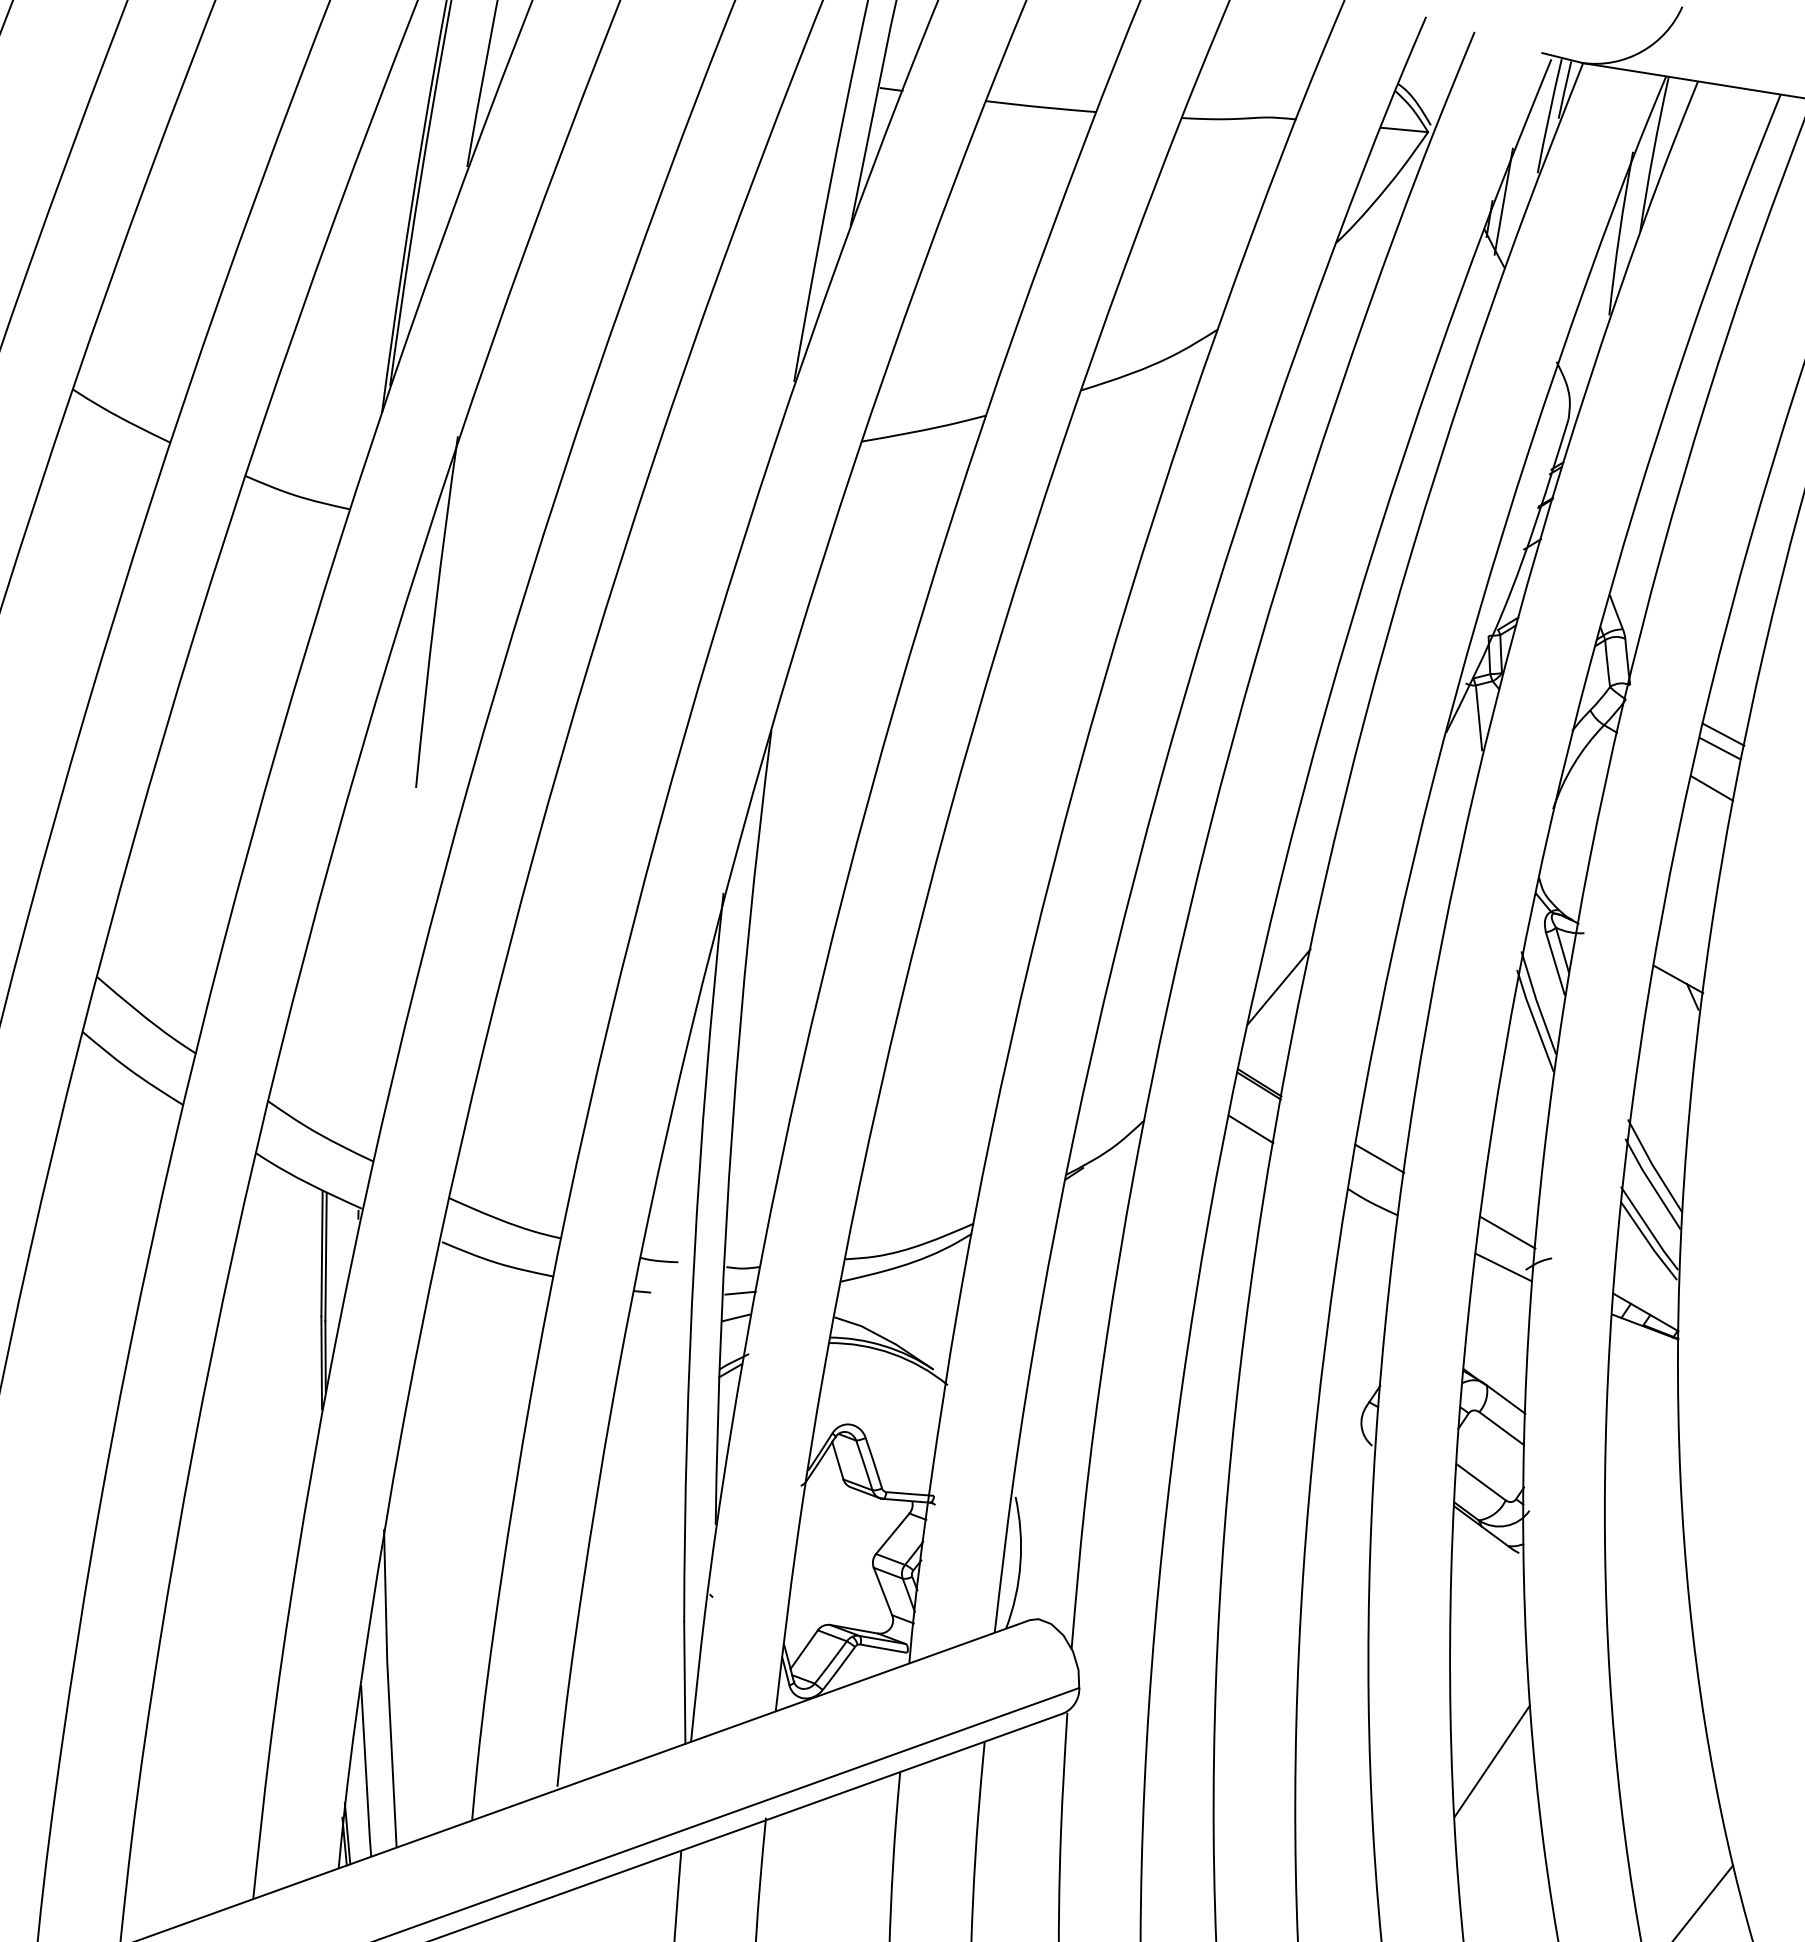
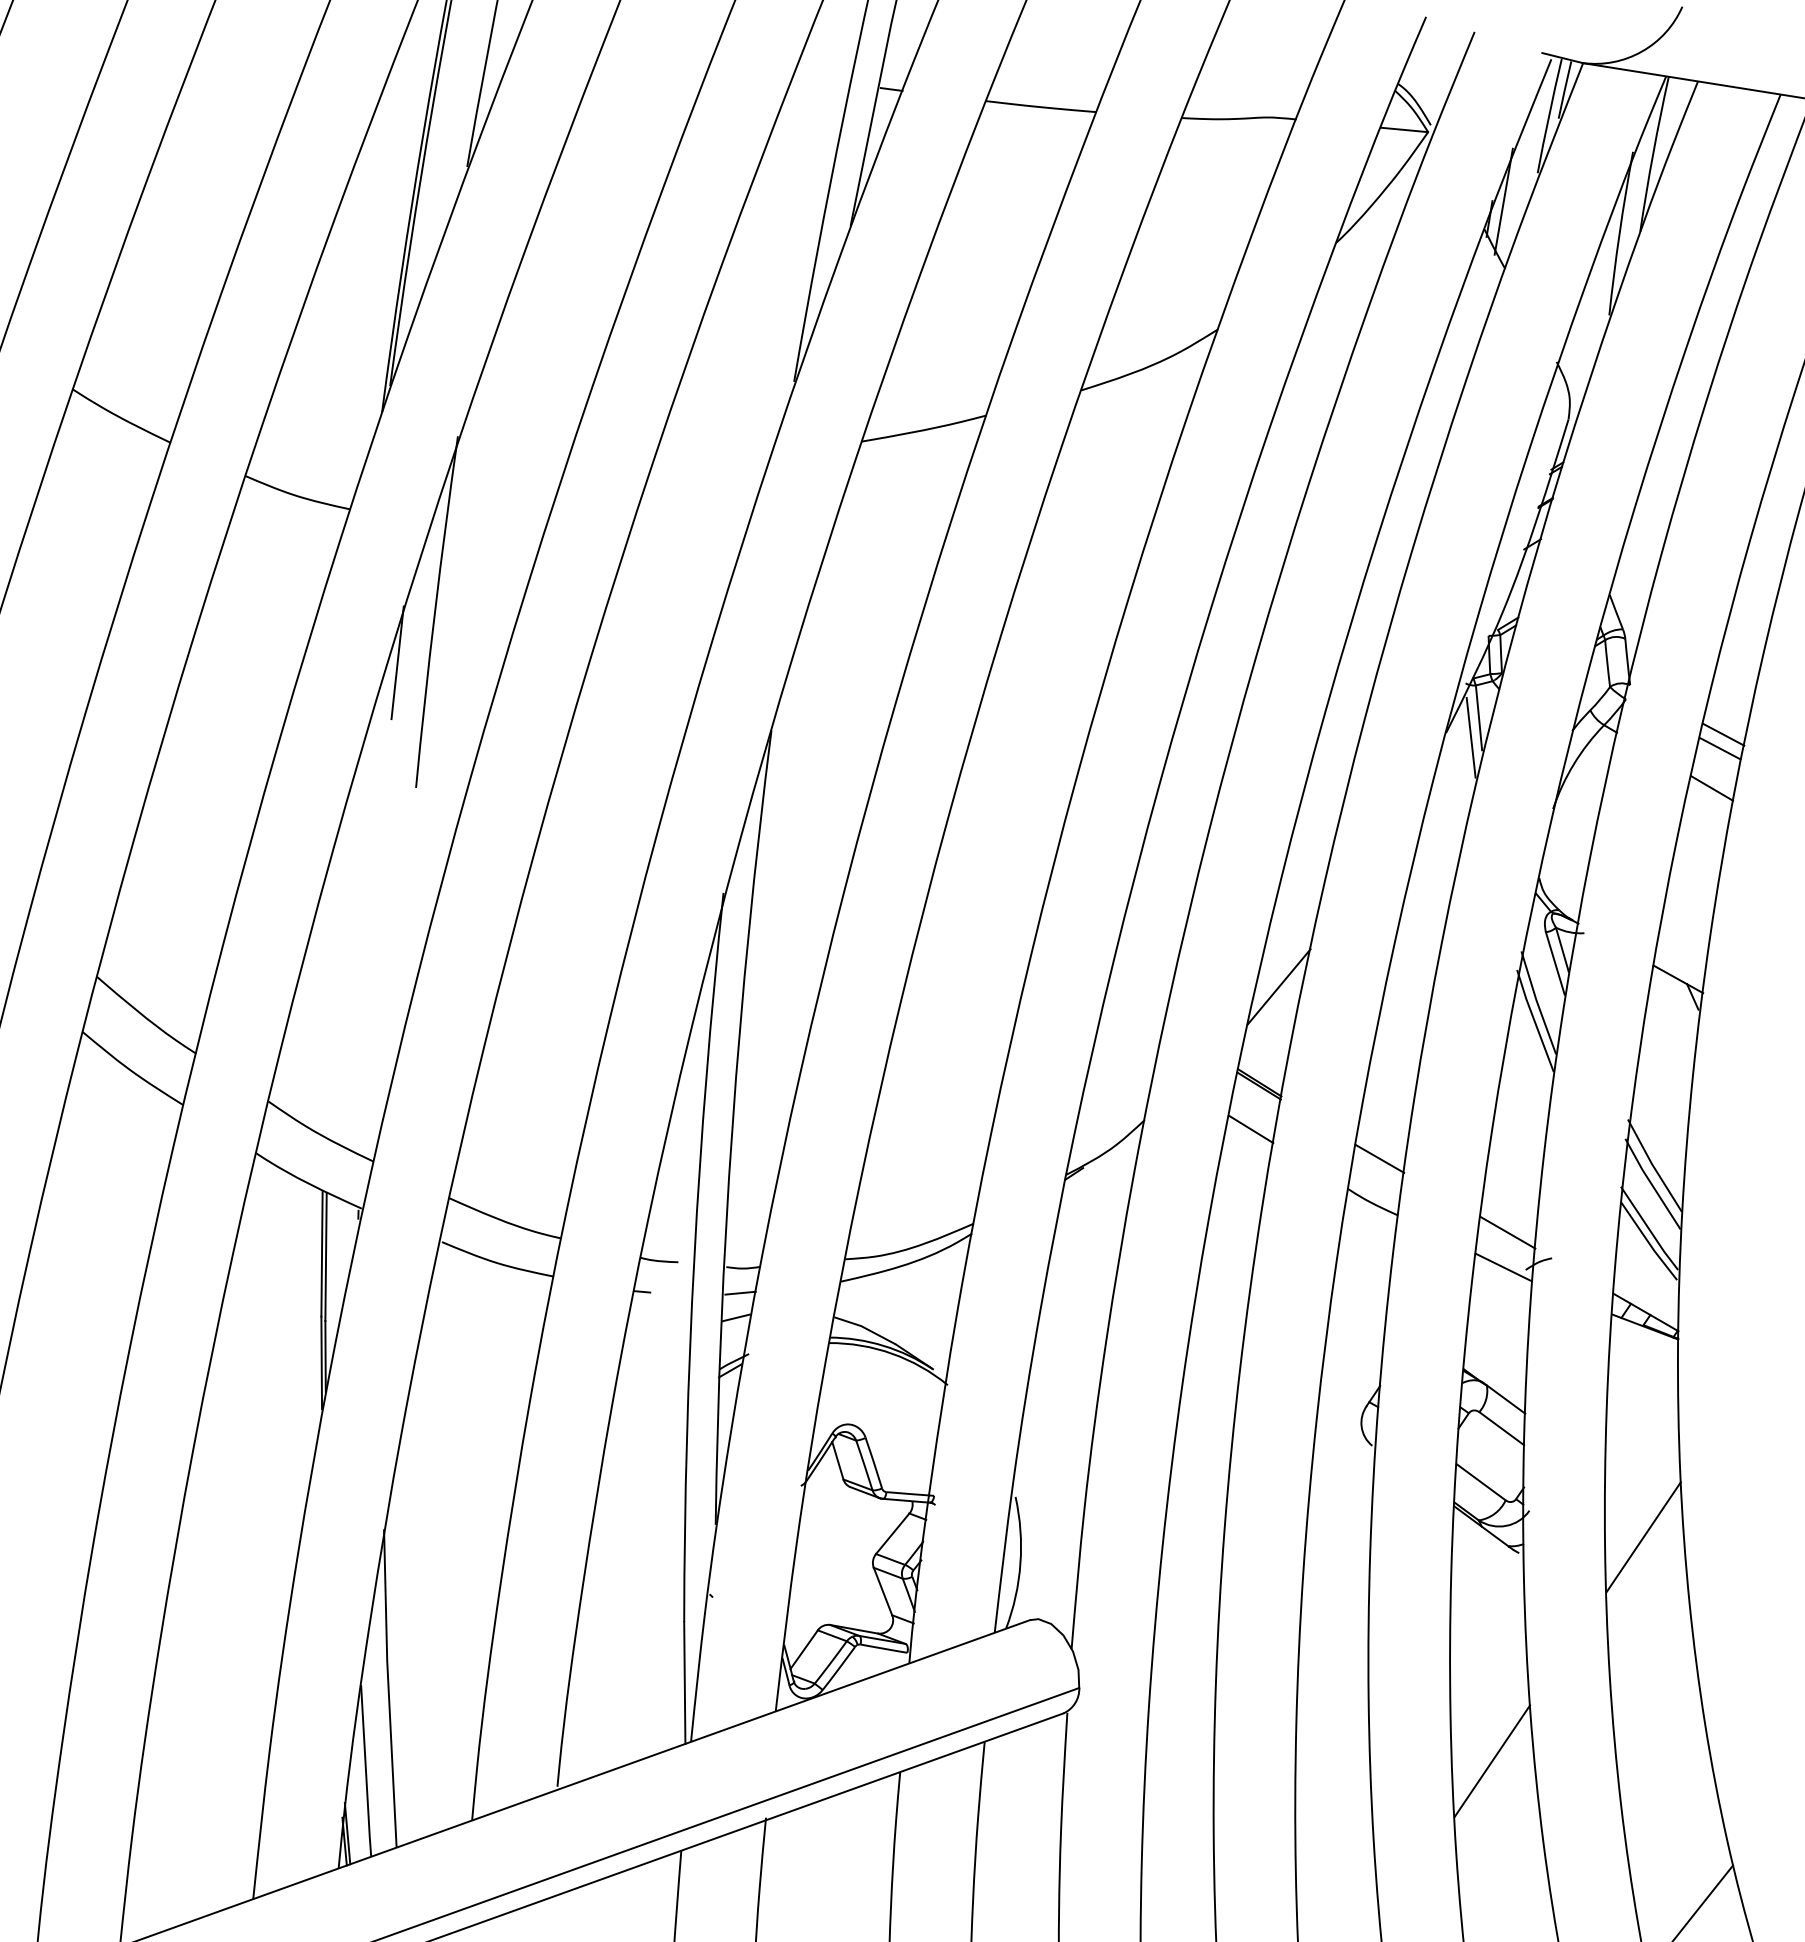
line at (397, 662): none -> present
line at (1470, 737): none -> present
line at (1643, 1536): none -> present
